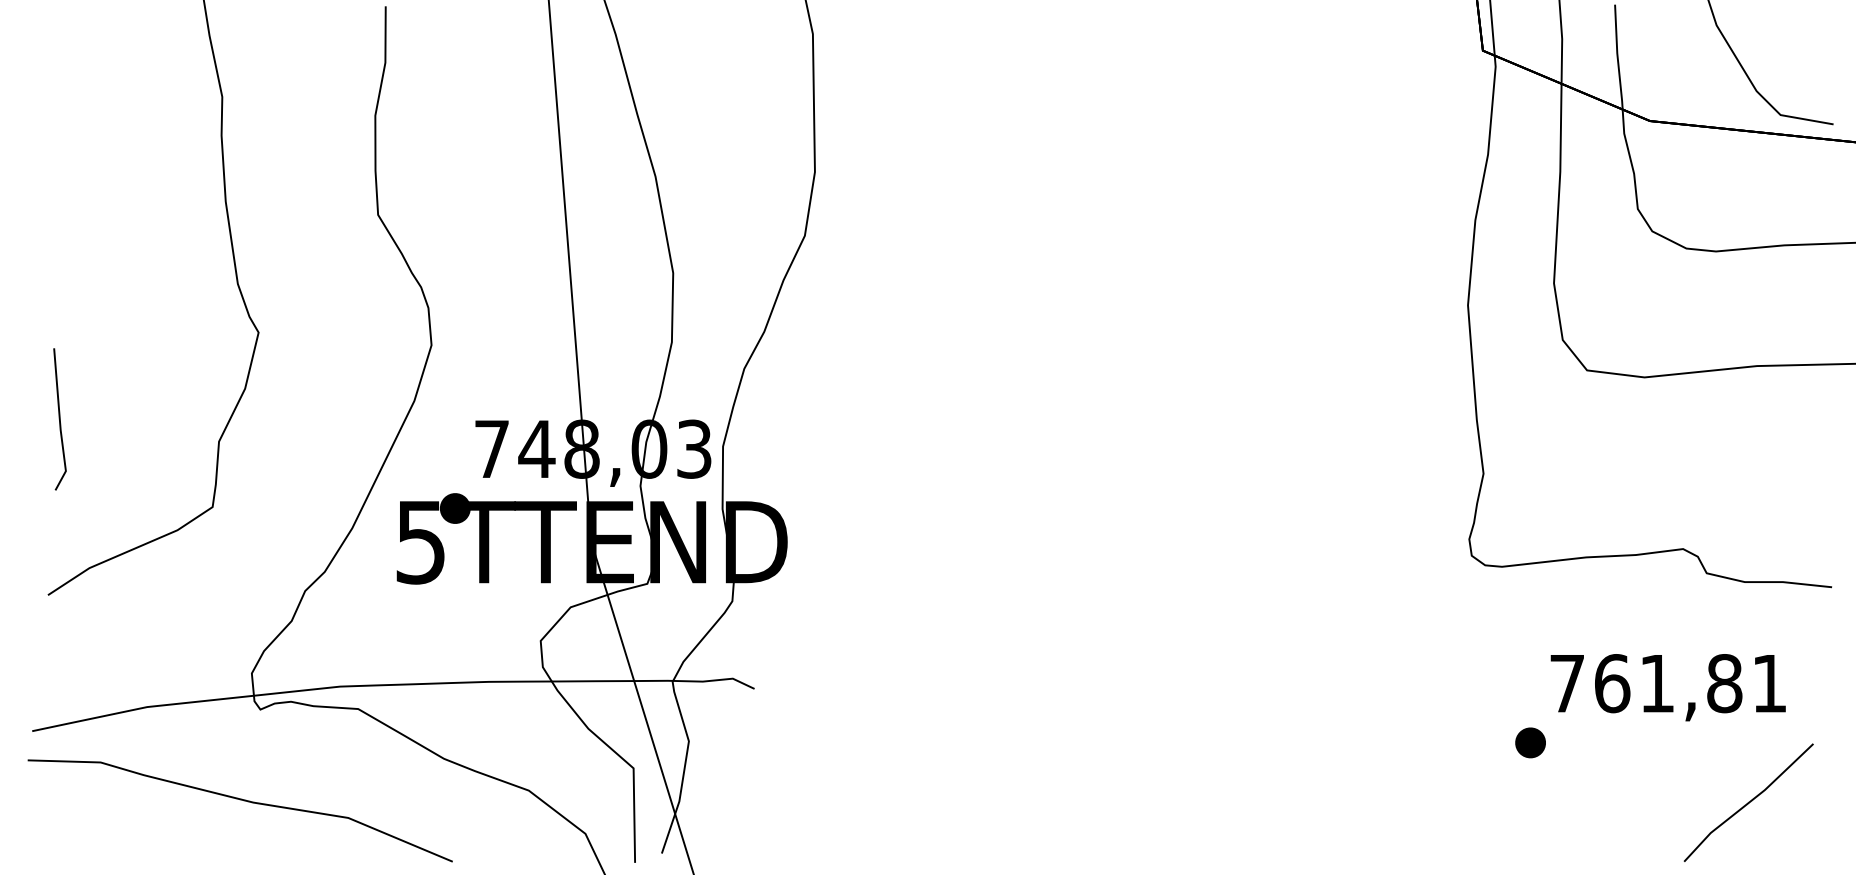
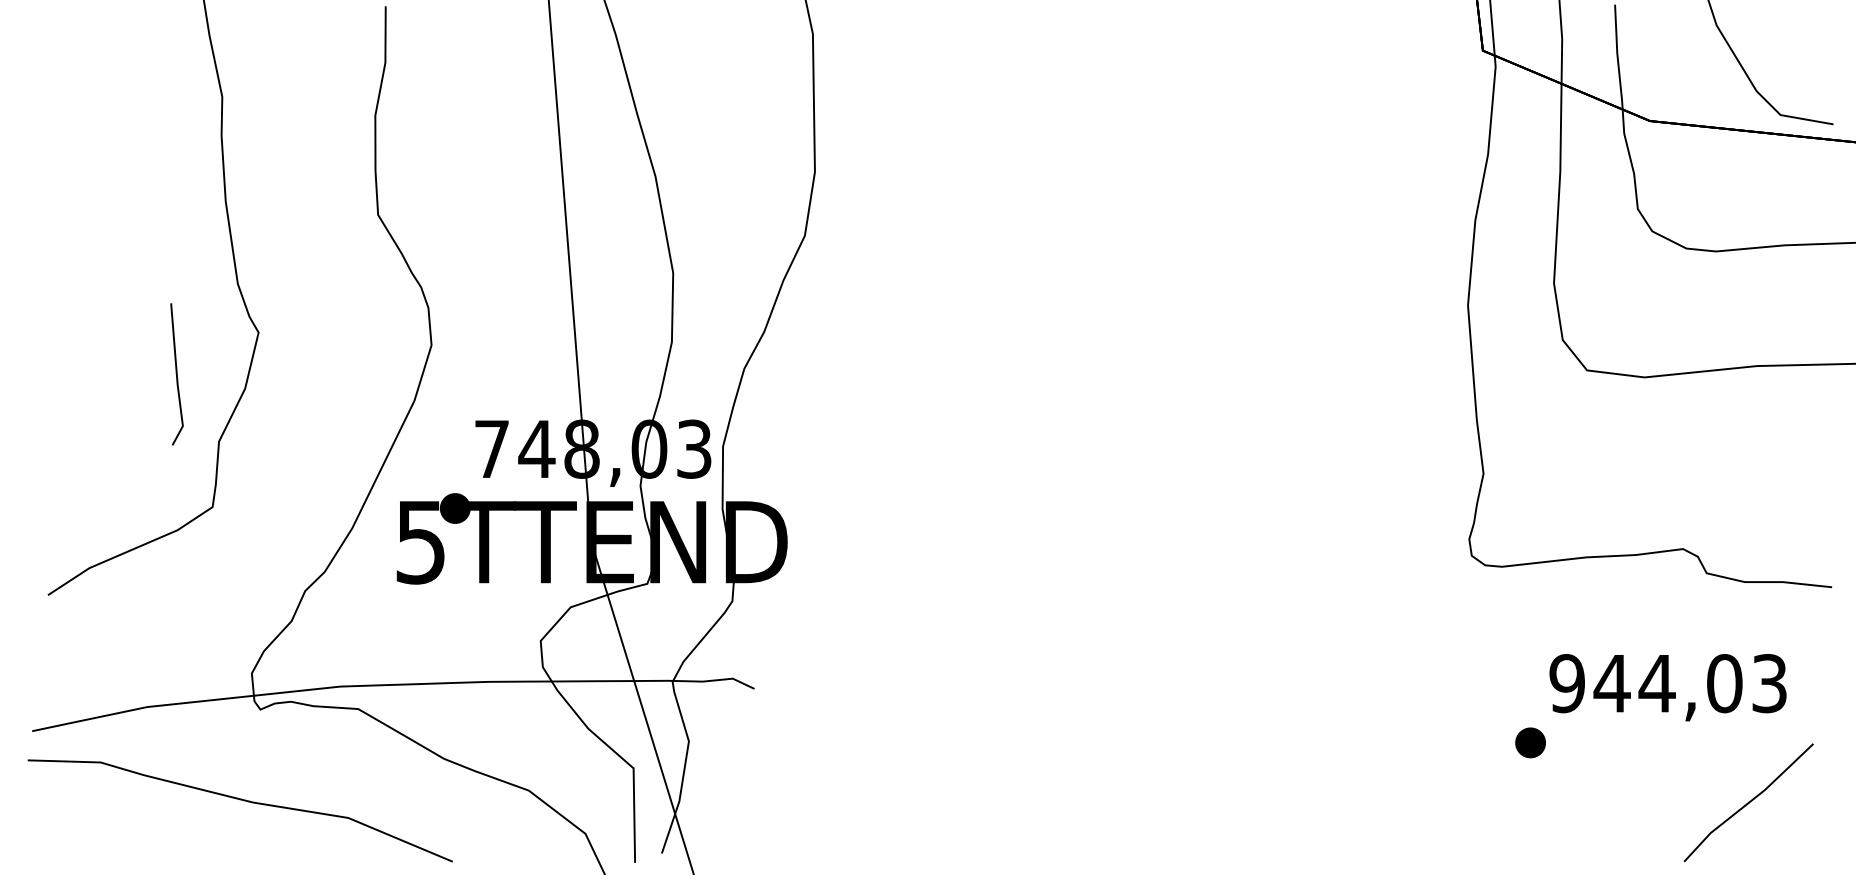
line at (59, 419) position: (59, 419) -> (176, 374)
text at (1667, 683): 761,81 -> 944,03
